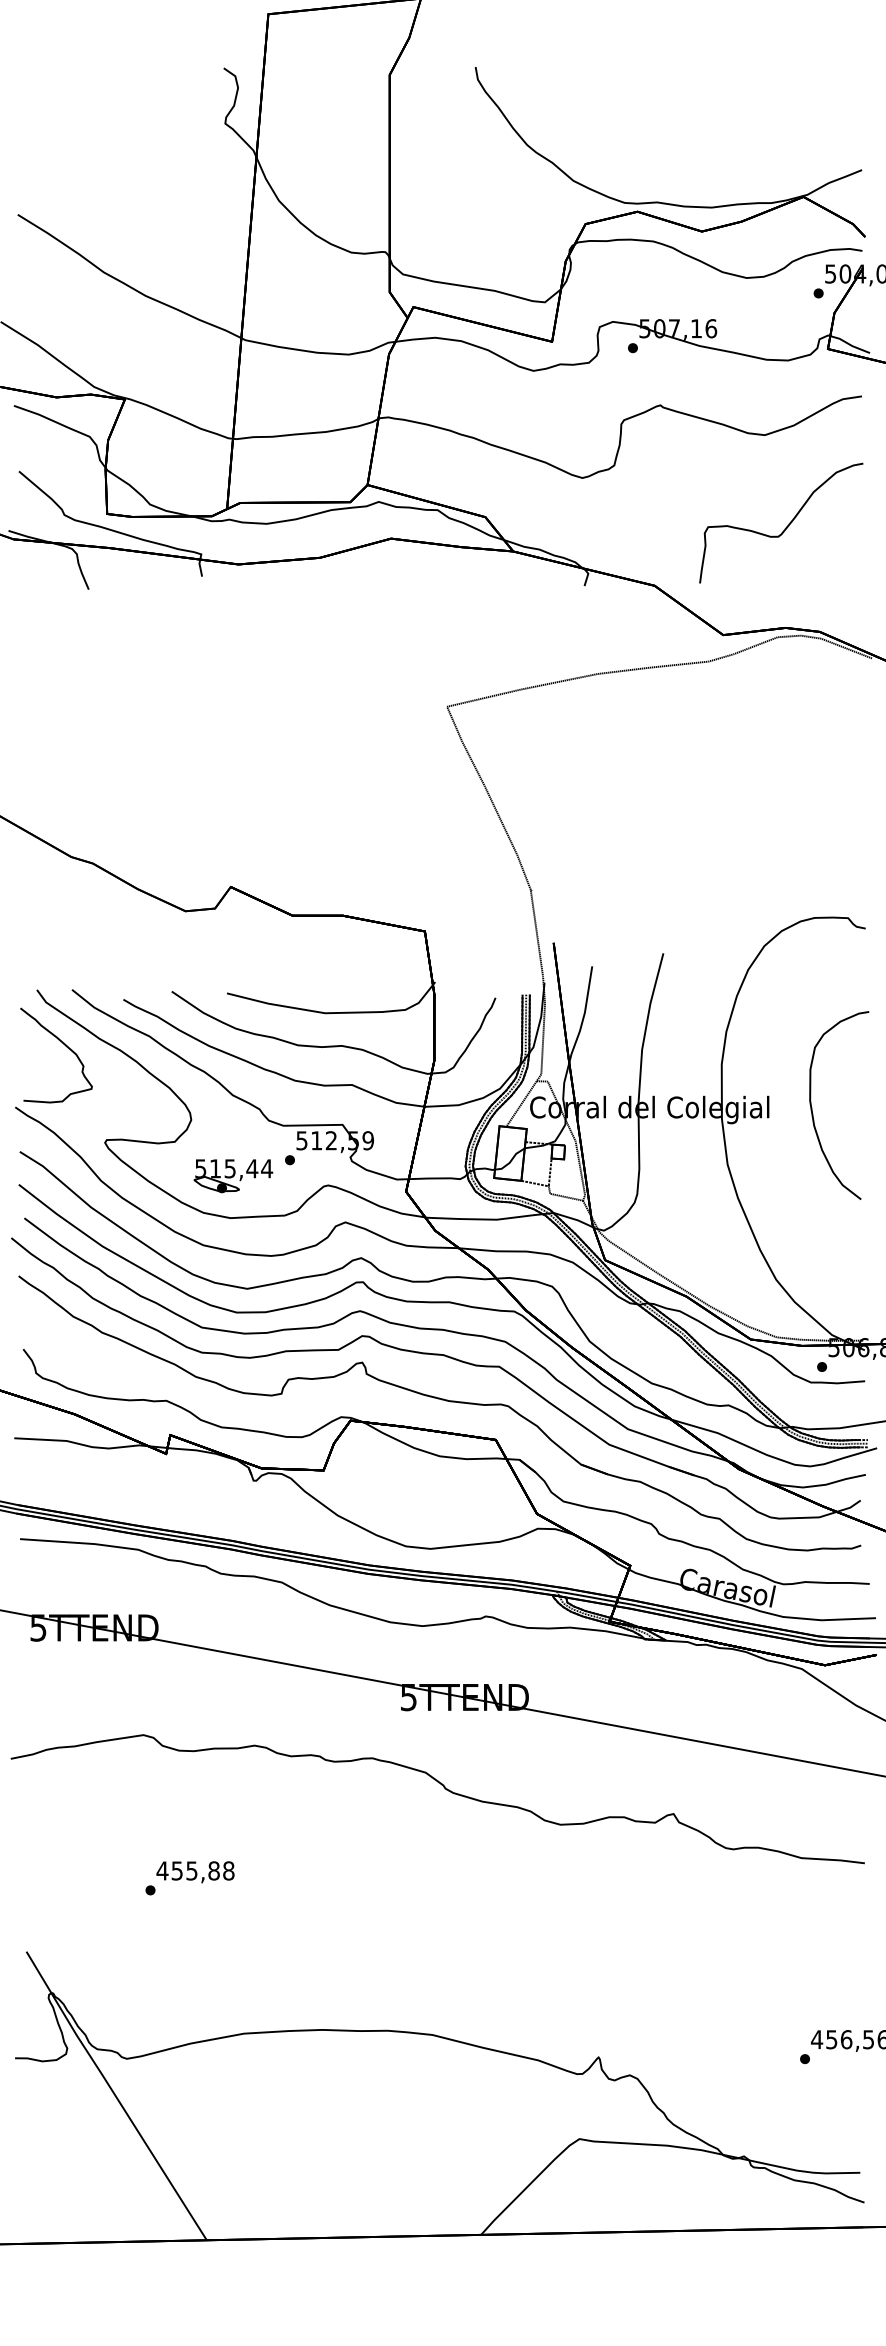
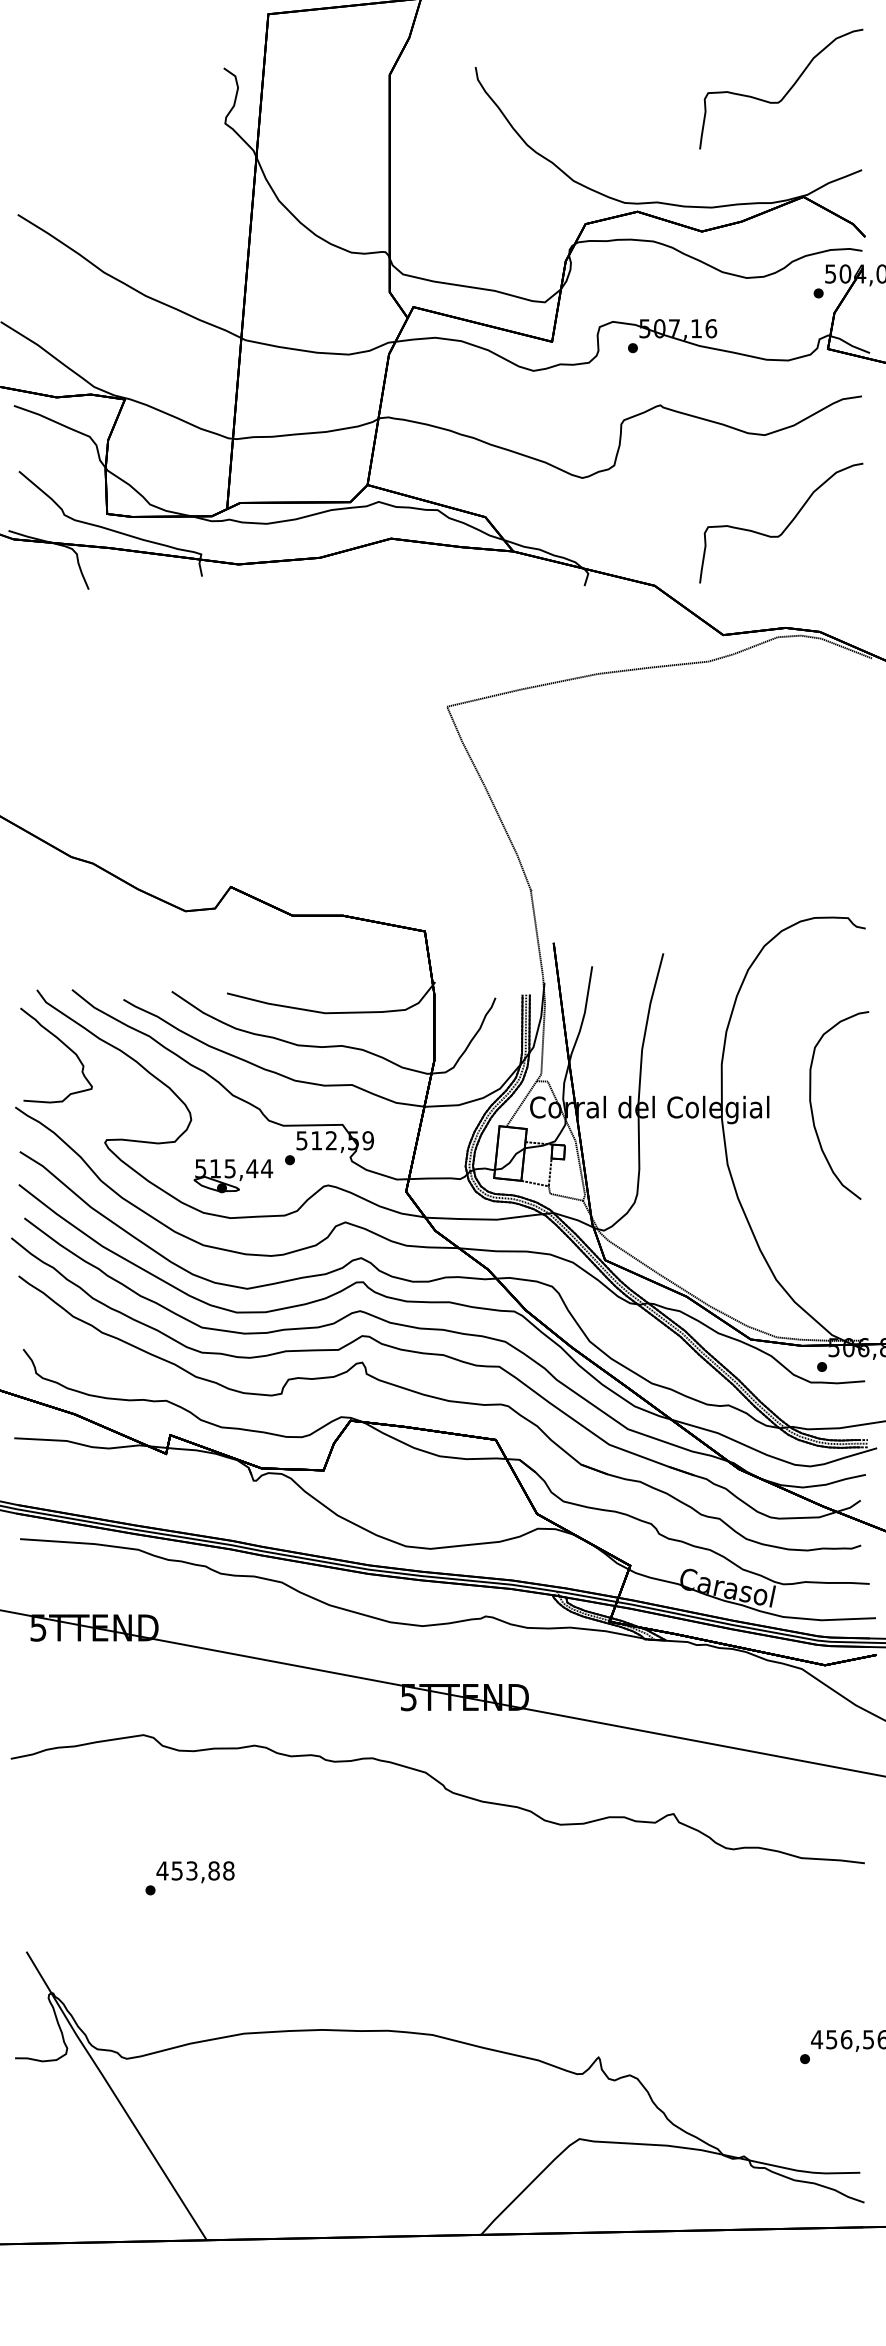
curve at (786, 92): none -> present
text at (192, 1870): 455,88 -> 453,88
